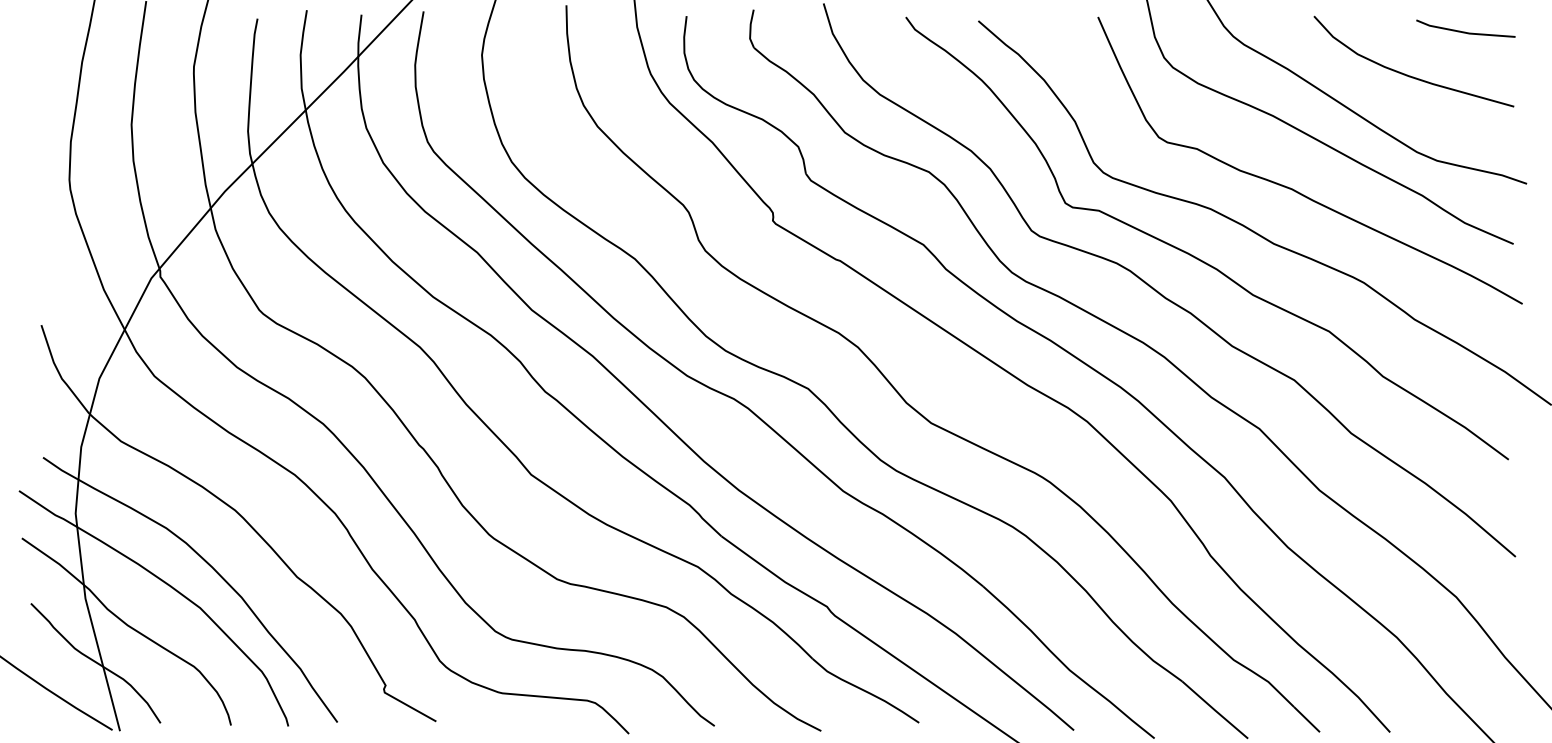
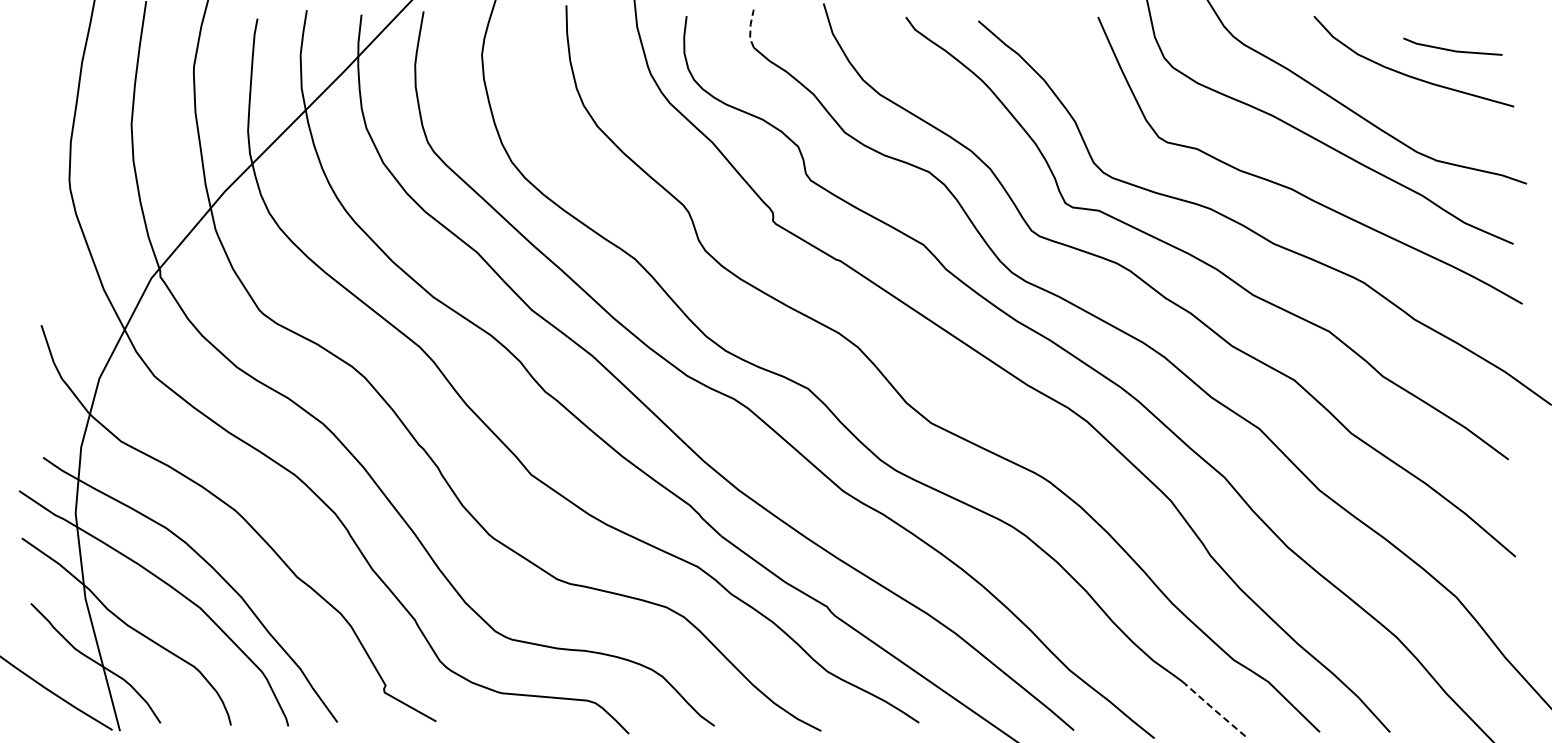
line at (750, 29): solid -> dashed
line at (1465, 31) position: (1465, 31) -> (1452, 49)
line at (1214, 710): solid -> dashed
